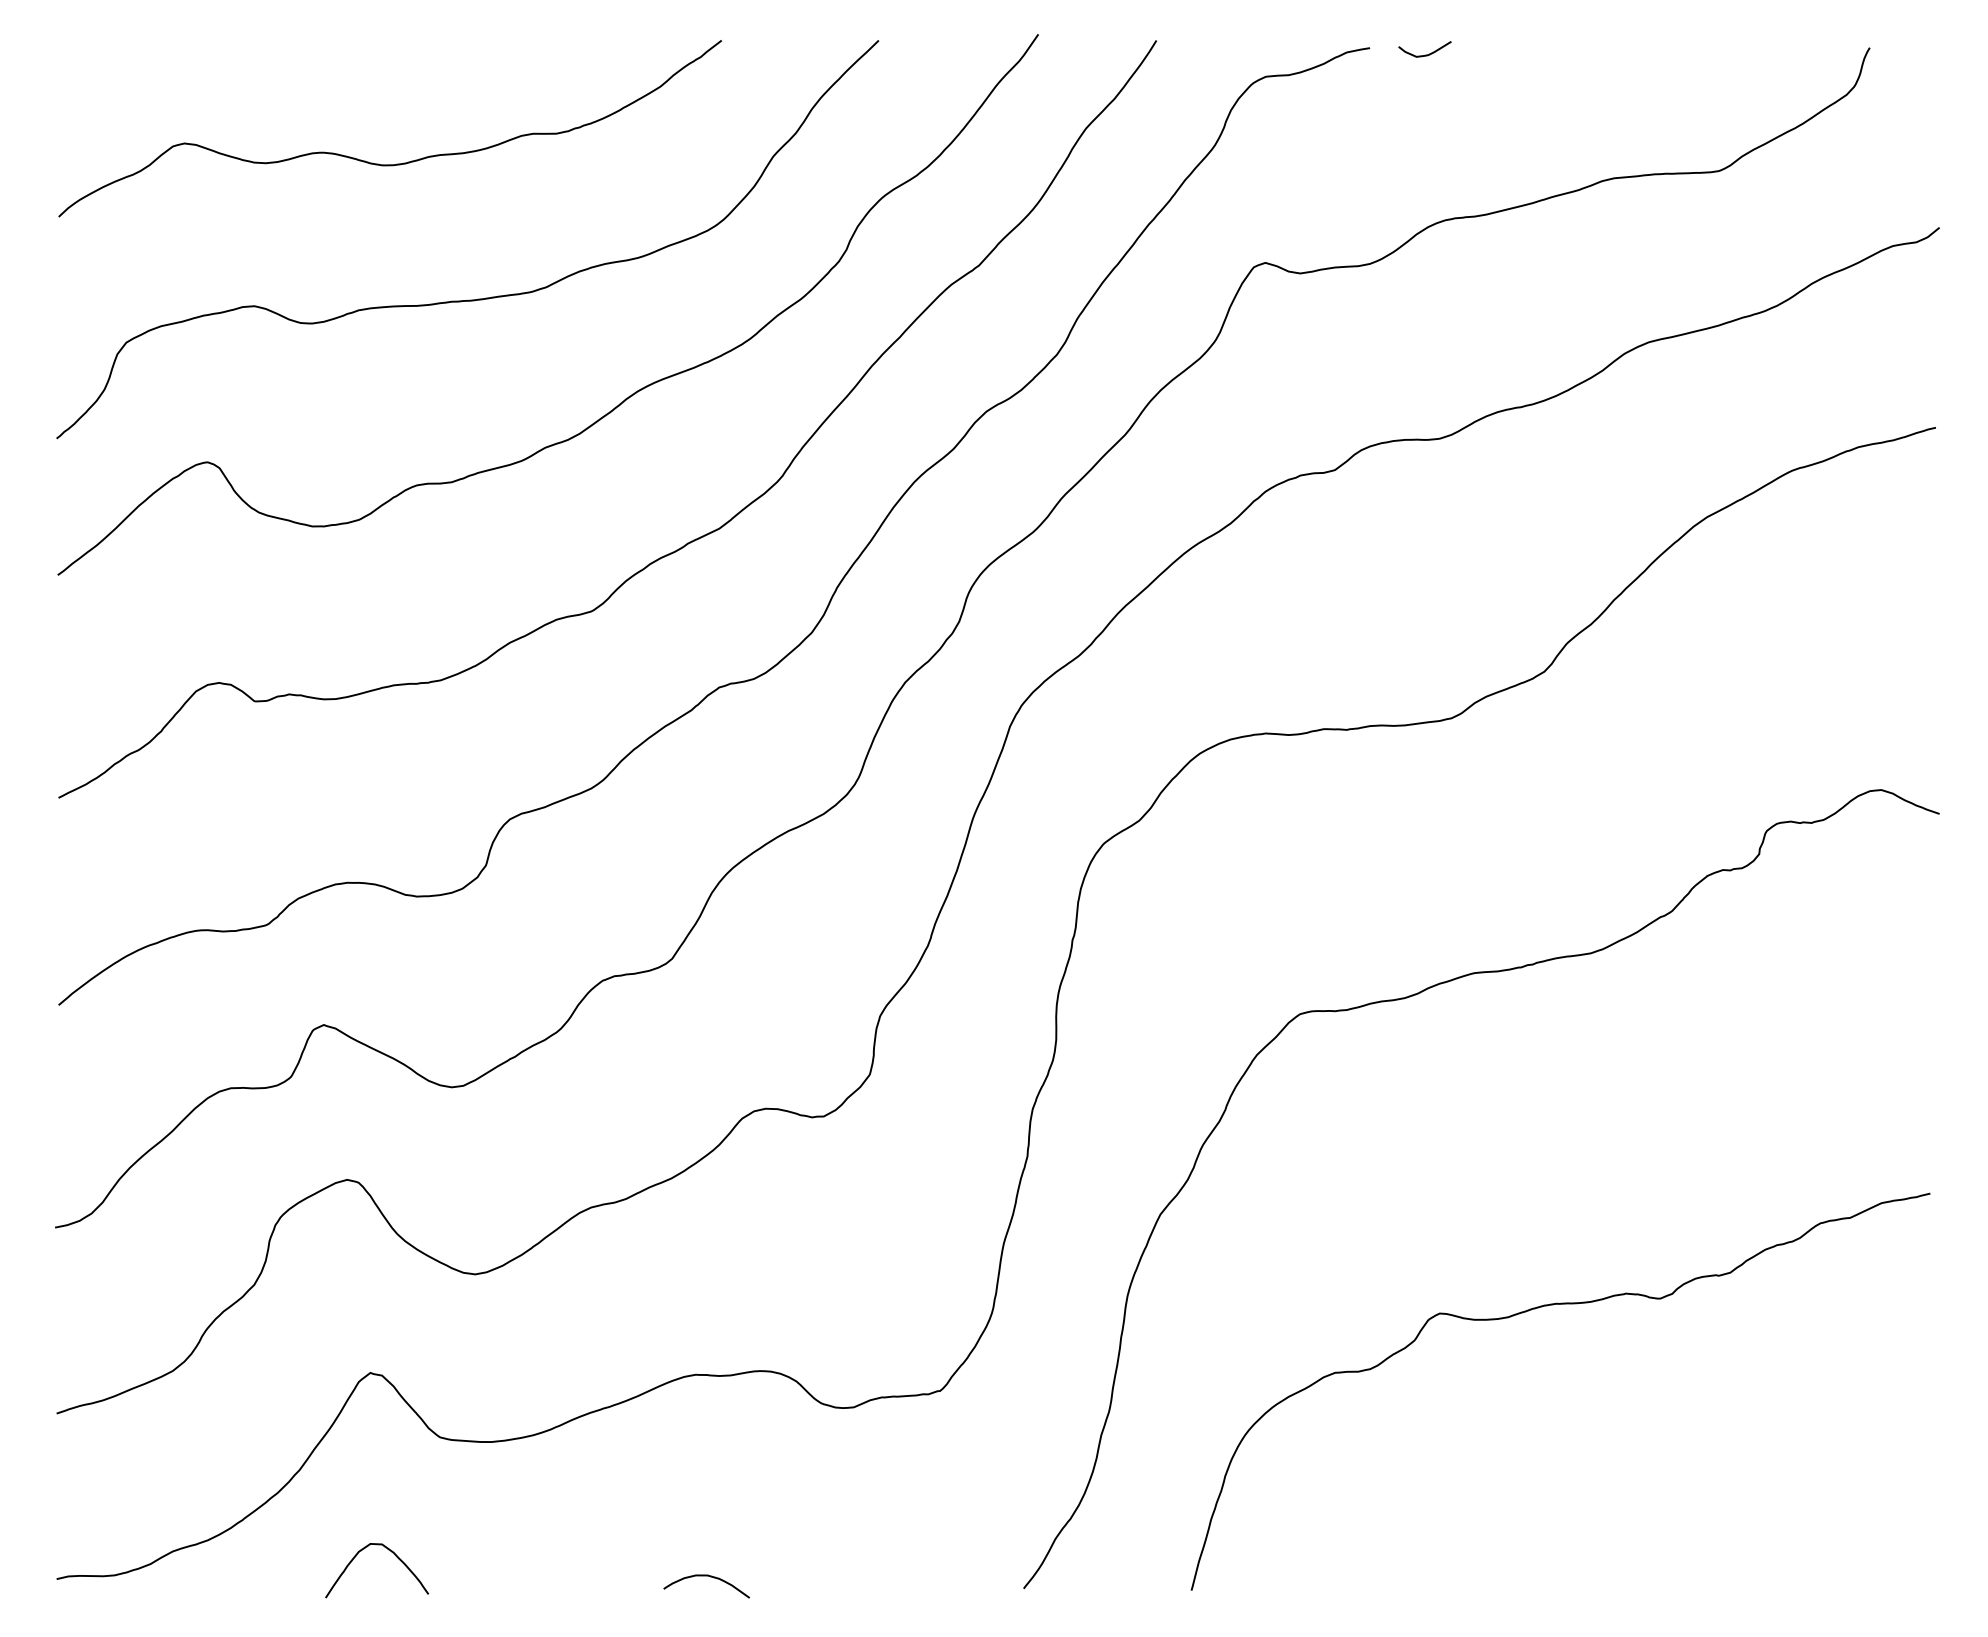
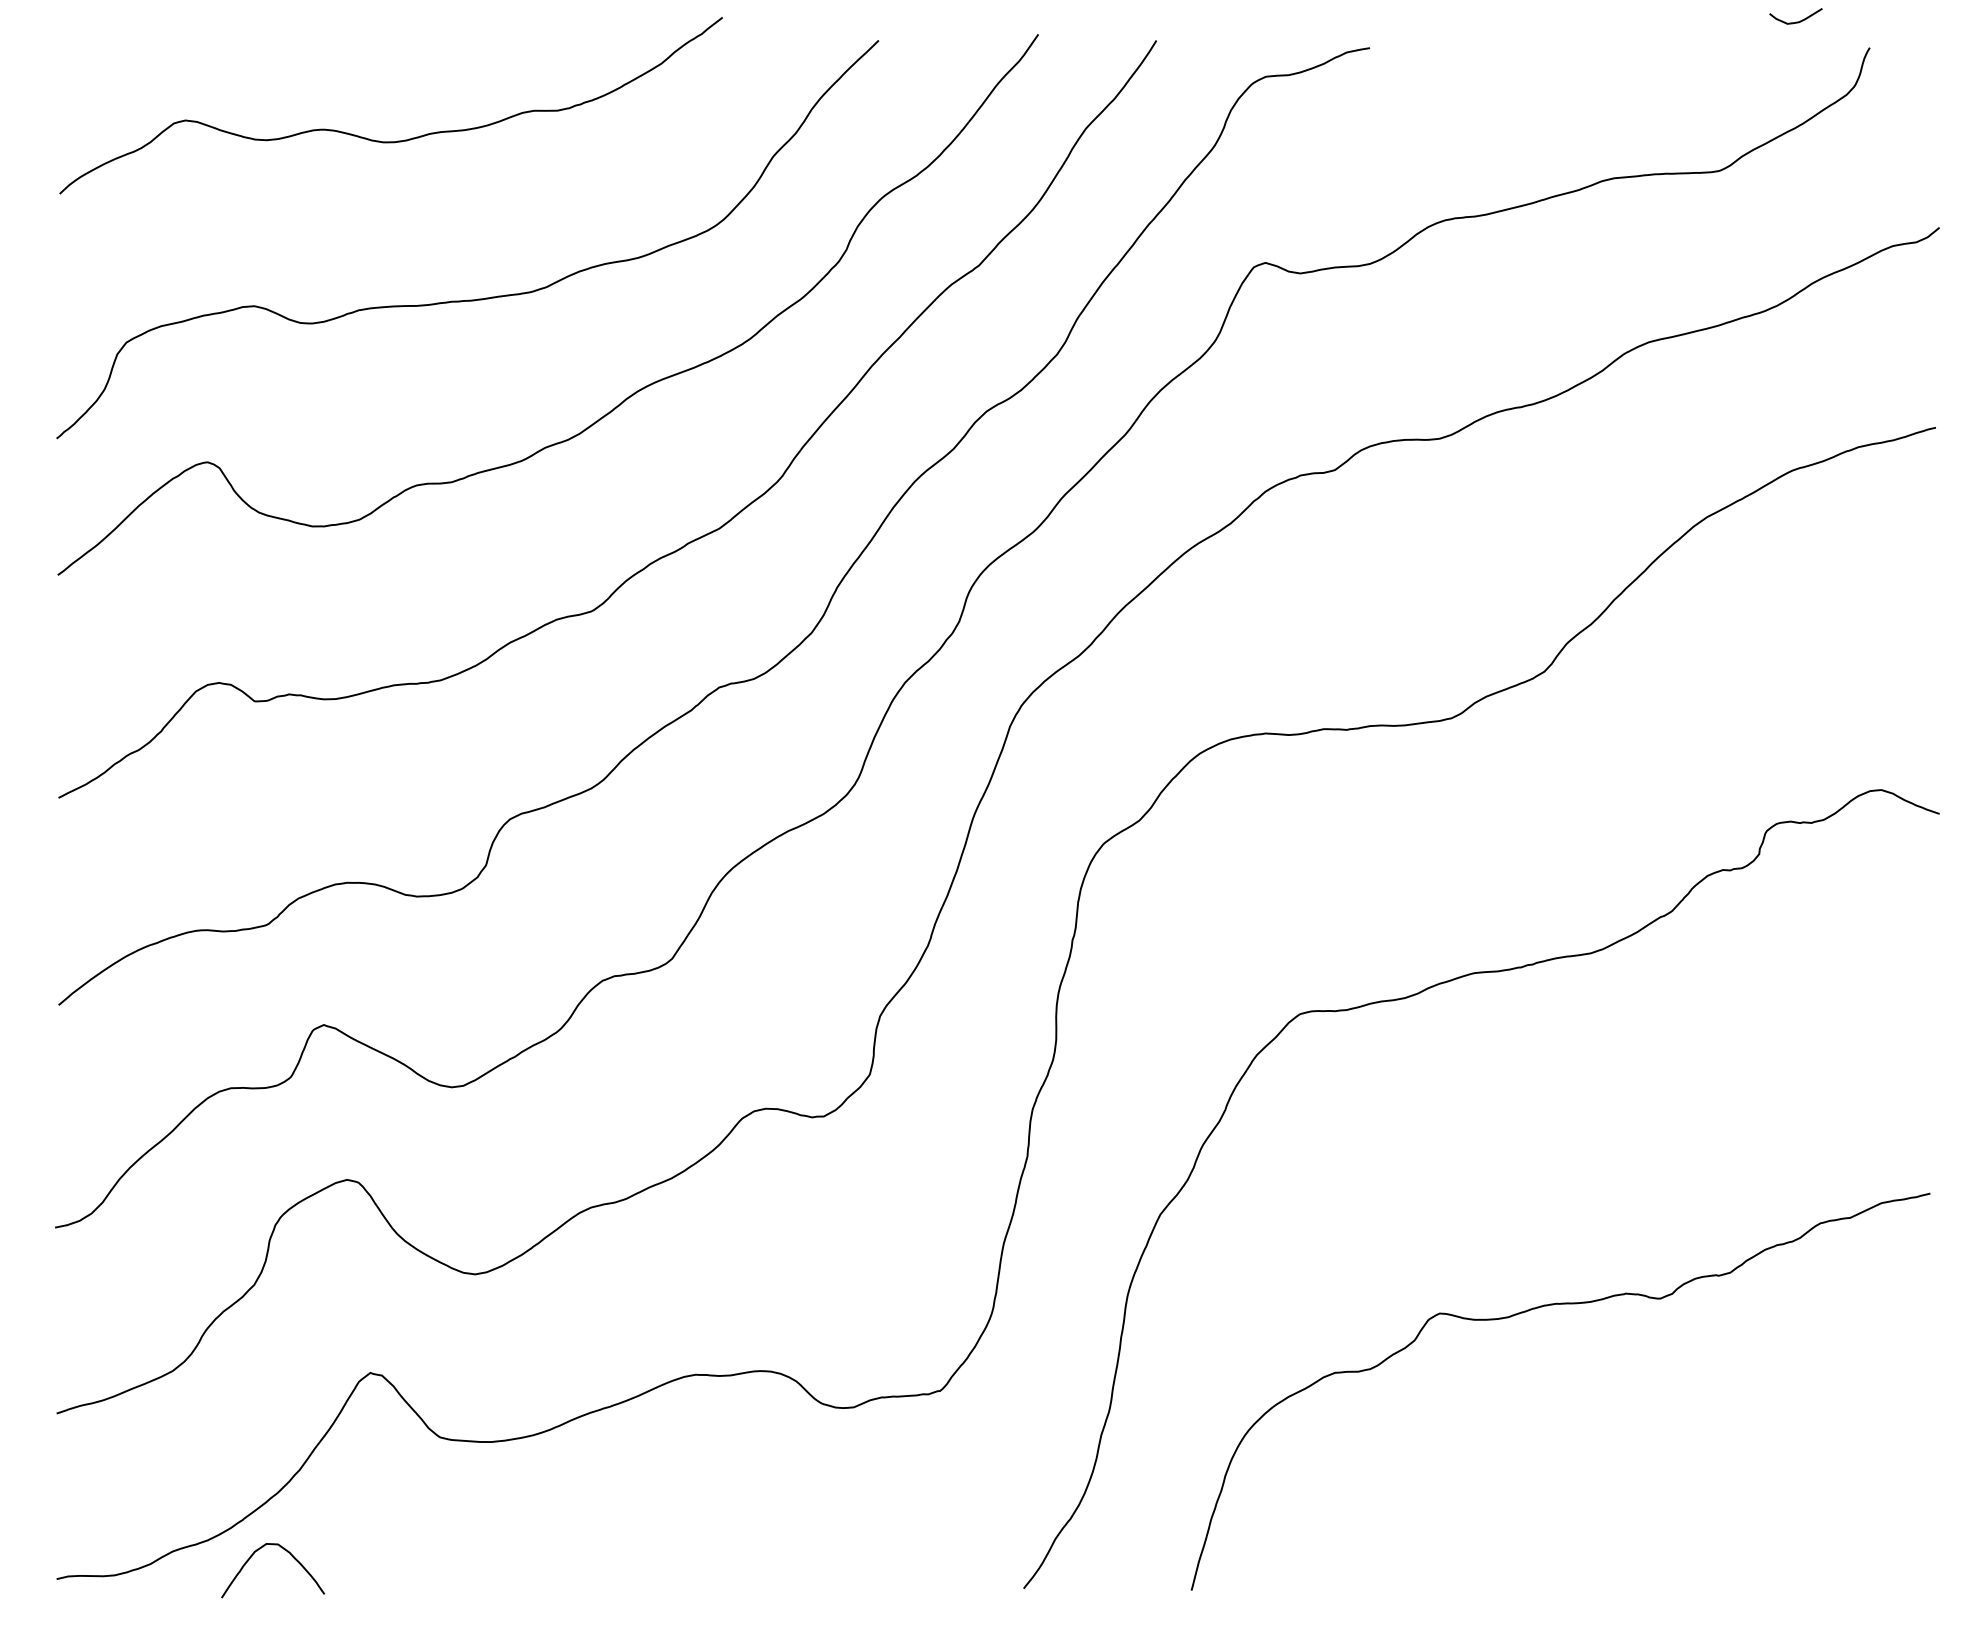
curve at (1425, 54) position: (1425, 54) -> (1796, 21)
curve at (396, 163) position: (396, 163) -> (397, 140)
curve at (392, 1553) position: (392, 1553) -> (288, 1553)
curve at (710, 1577): present -> none
